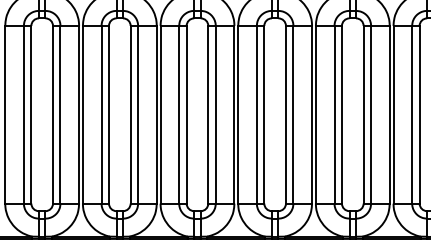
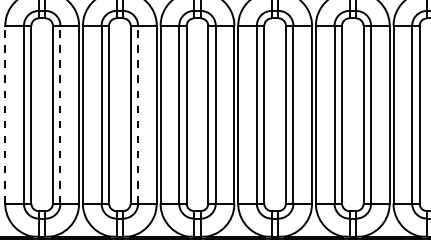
line at (5, 114): solid -> dashed
line at (60, 114): solid -> dashed
line at (138, 114): solid -> dashed
